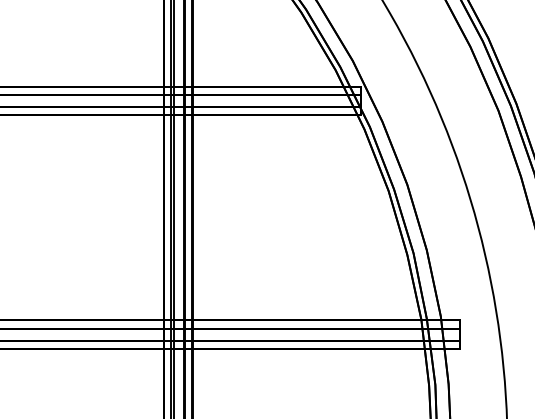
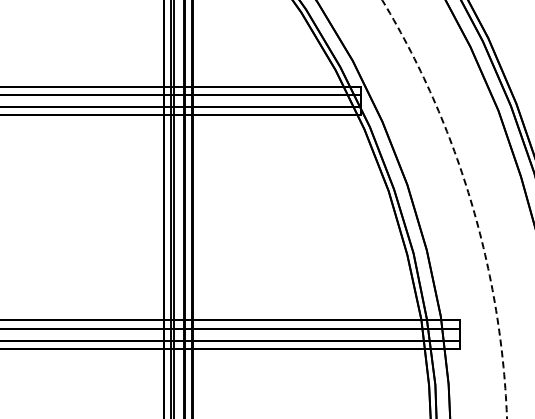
arc at (470, 200): solid -> dashed
